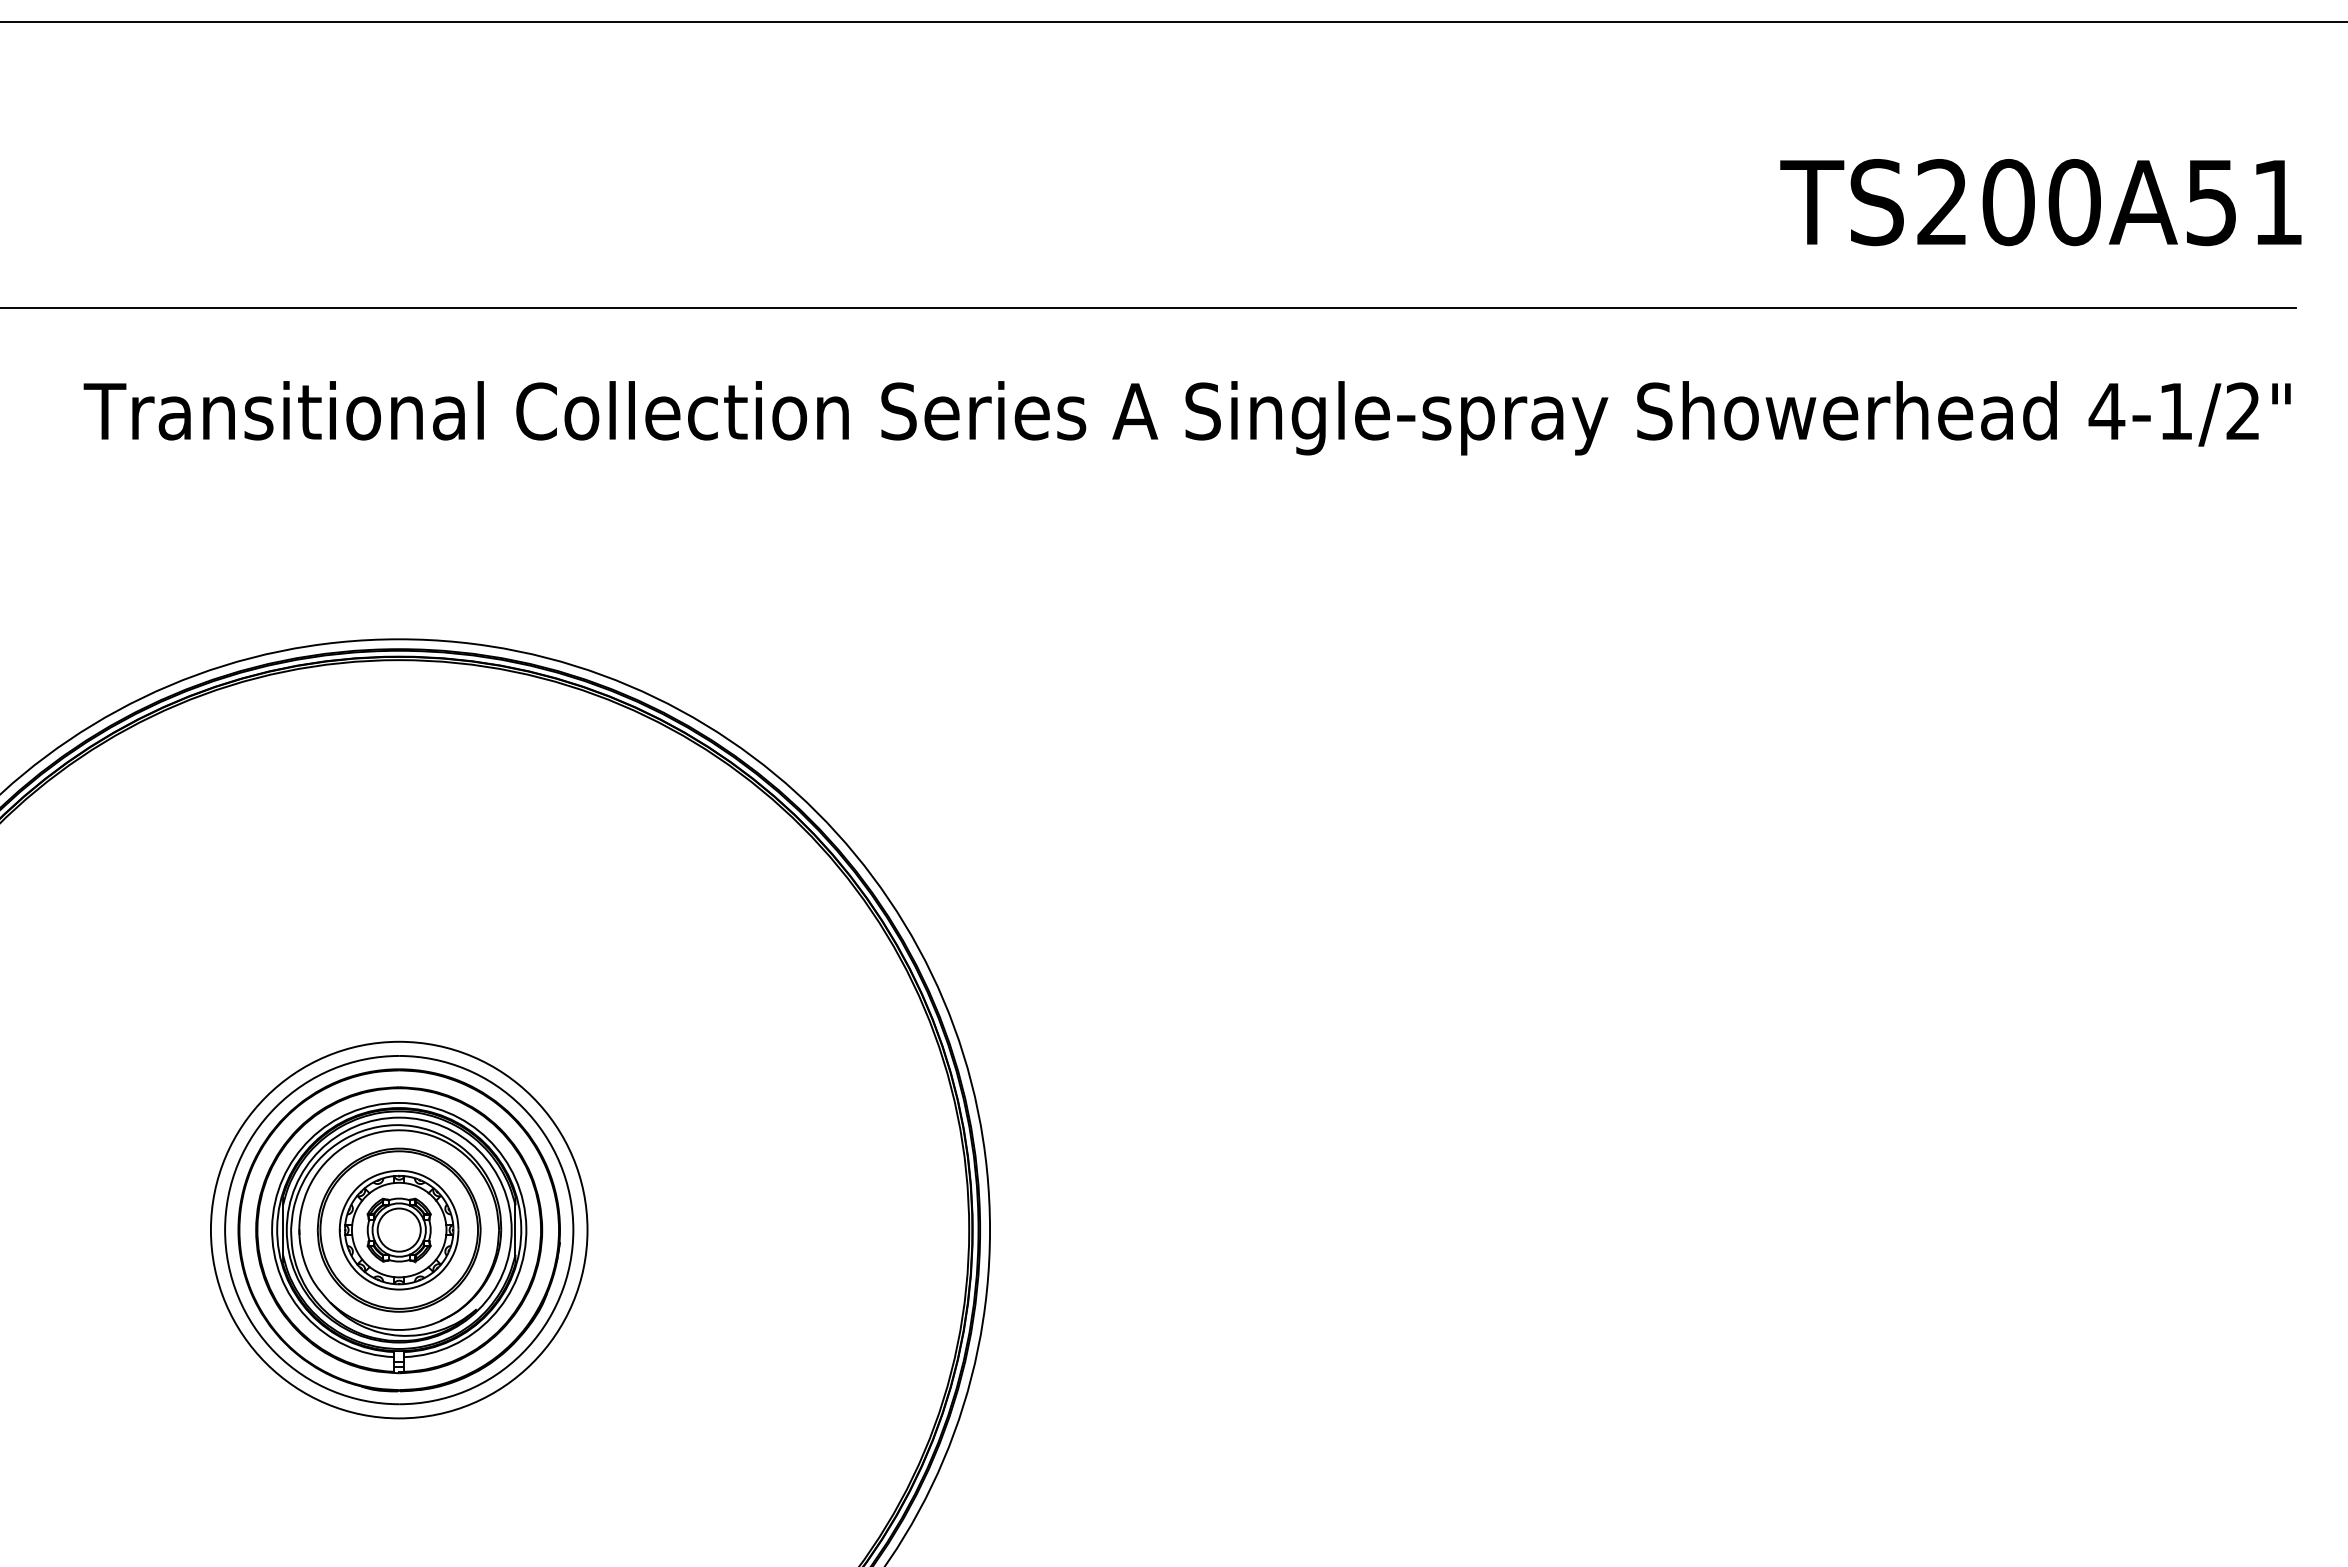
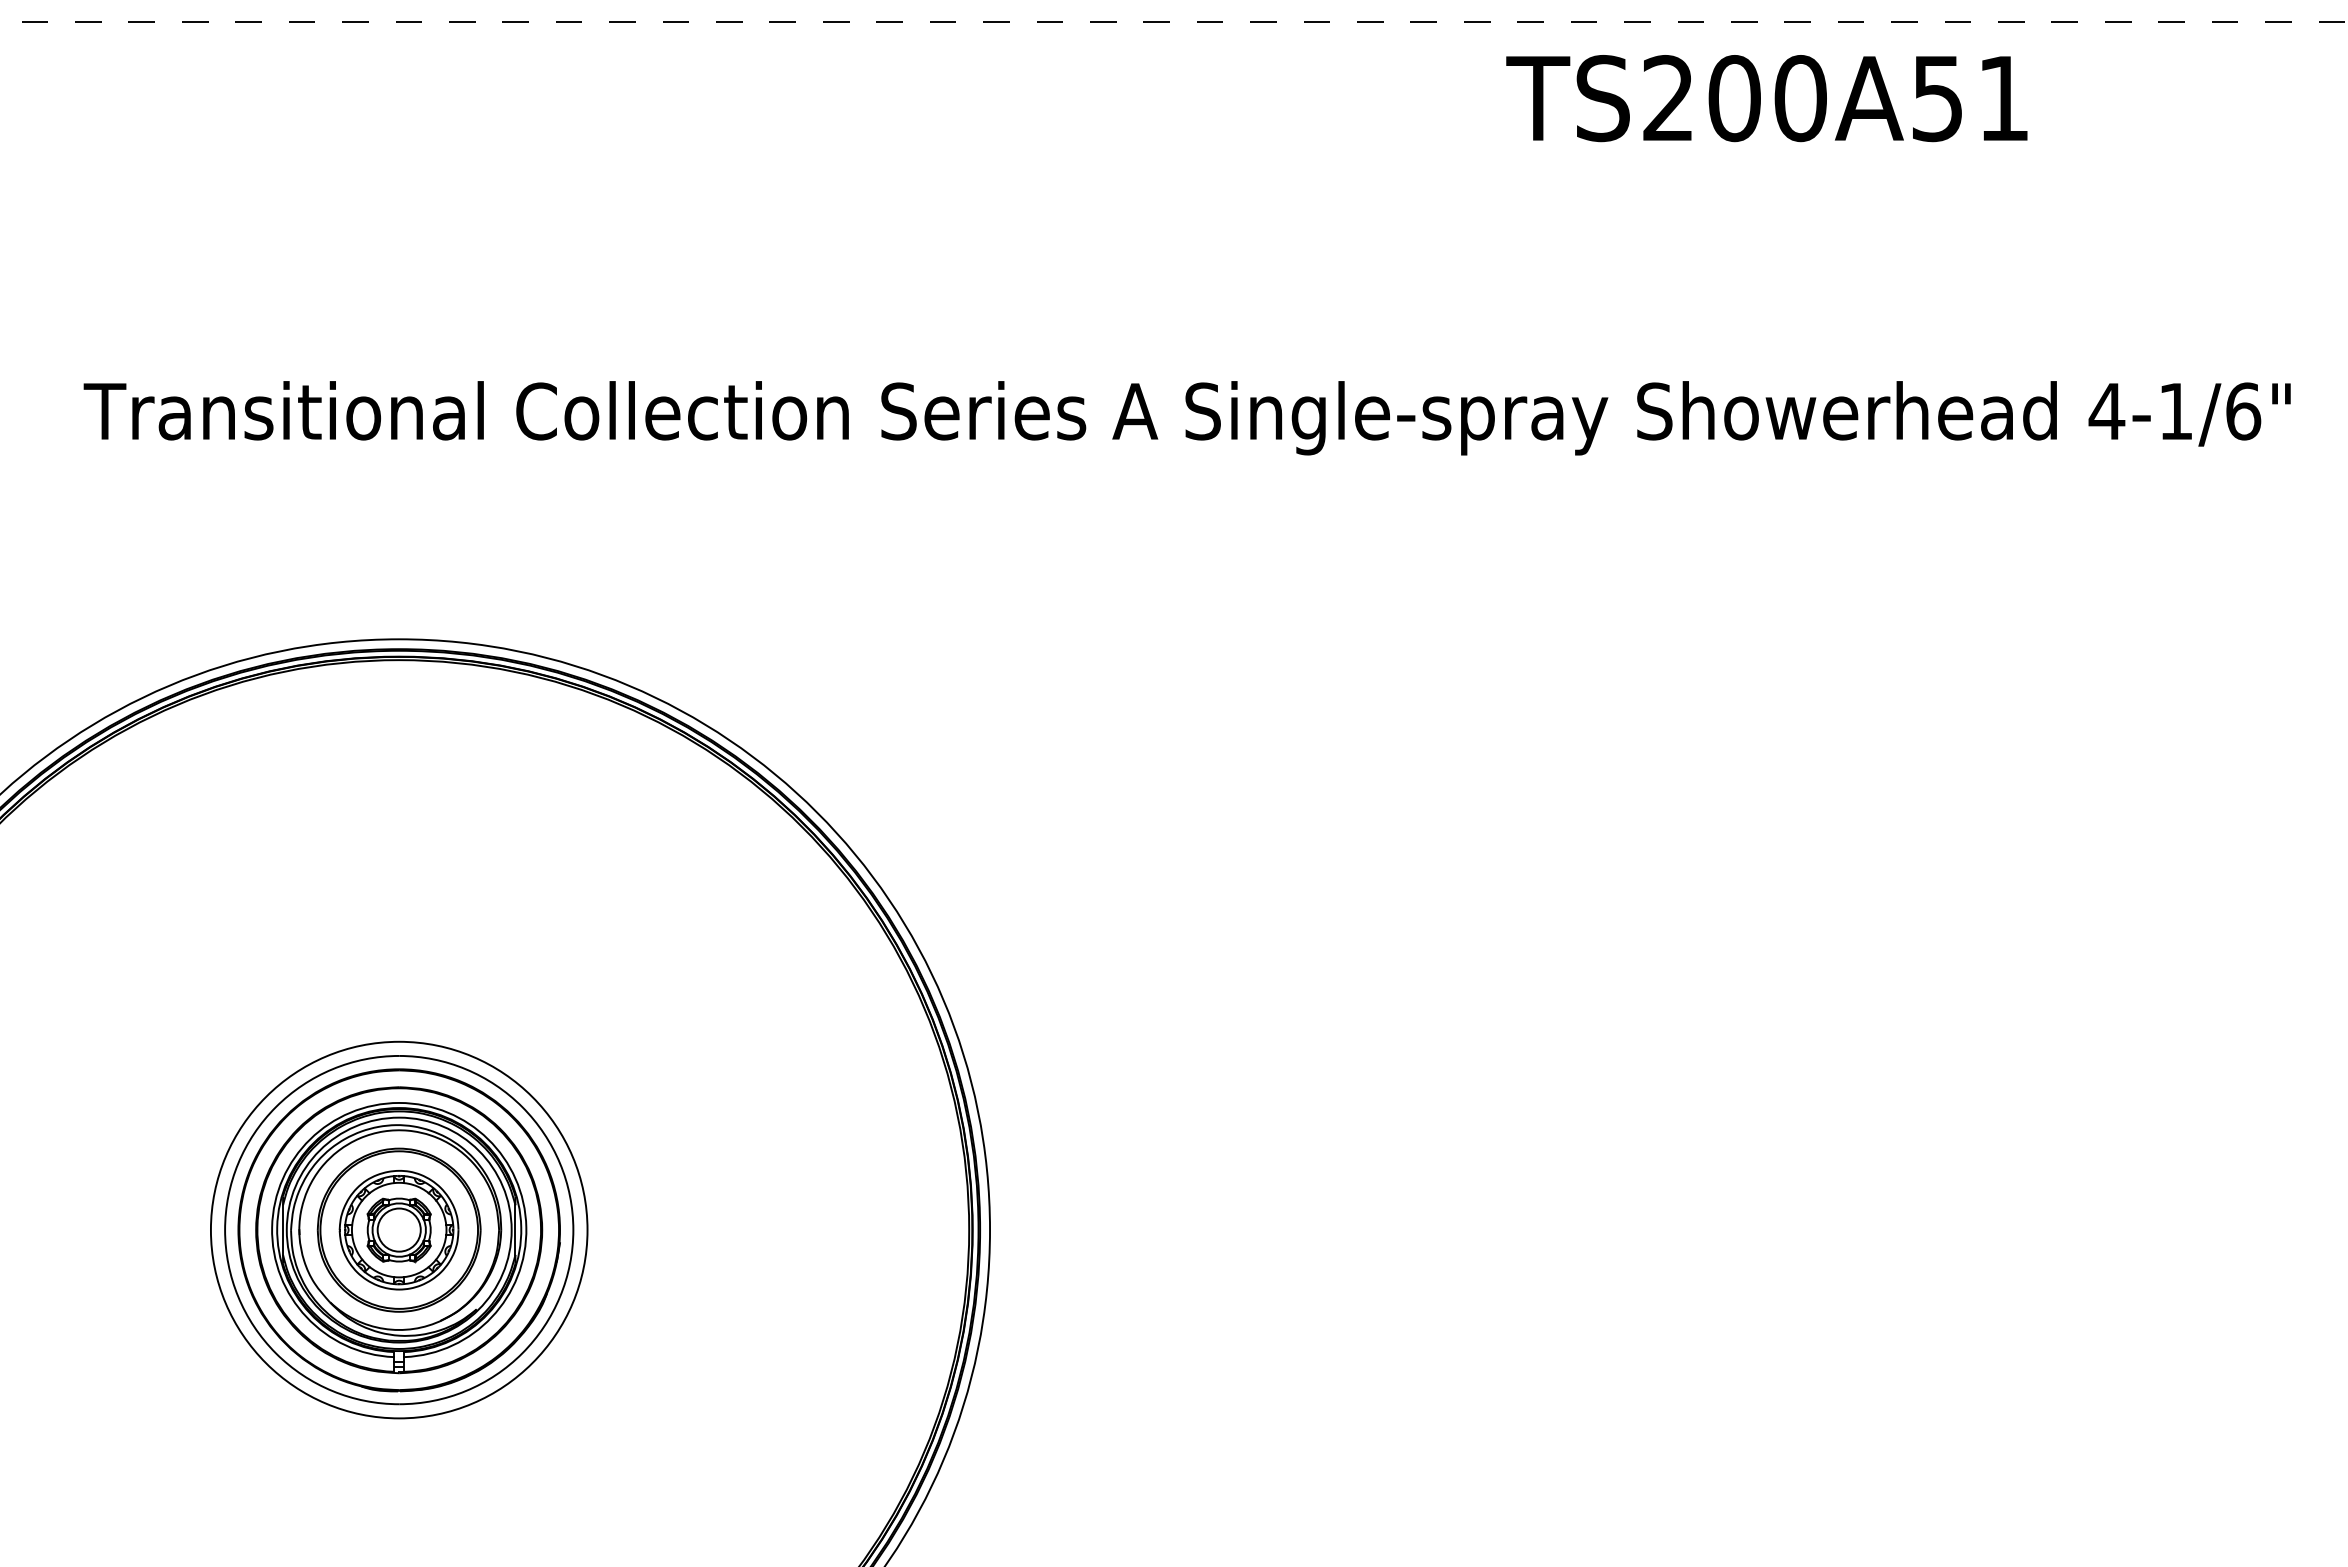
line at (1173, 22): solid -> dashed
text at (2040, 202) position: (2040, 202) -> (1766, 98)
line at (1148, 307): present -> none
text at (2243, 411): 4-1/2" -> 4-1/6"
